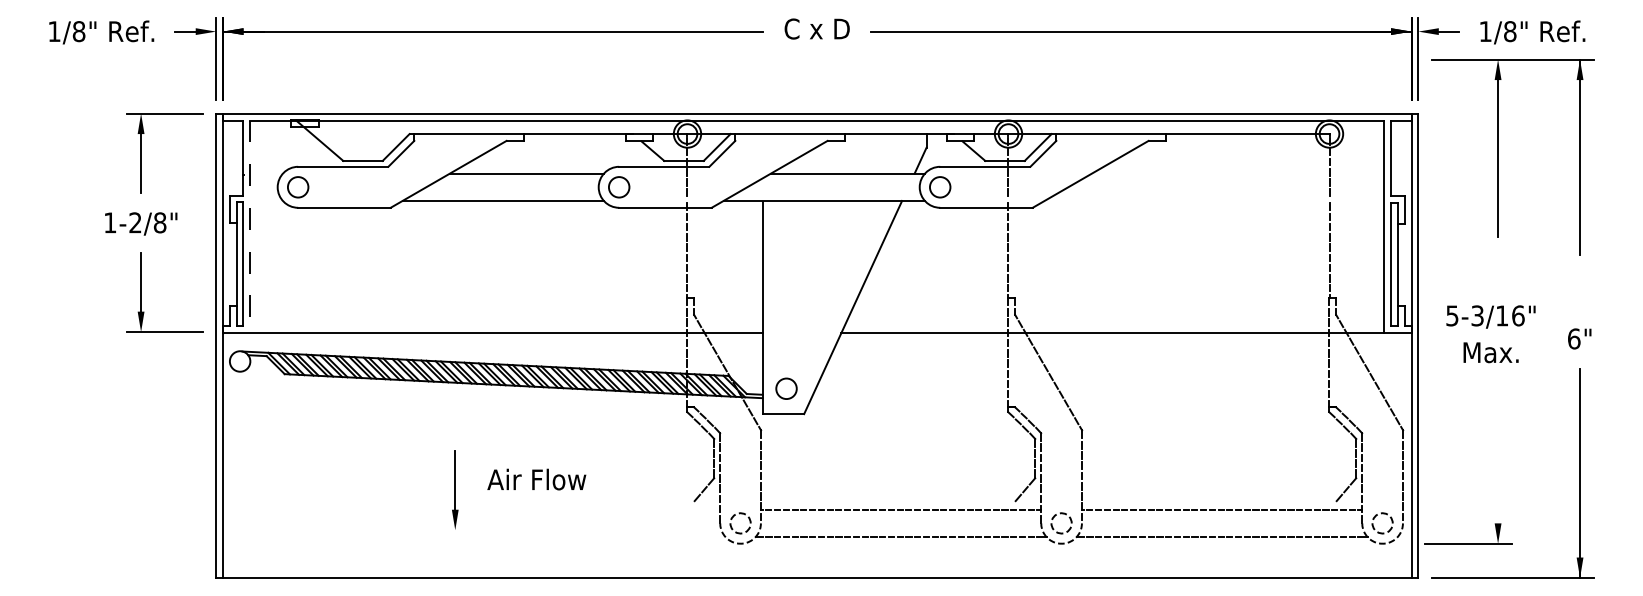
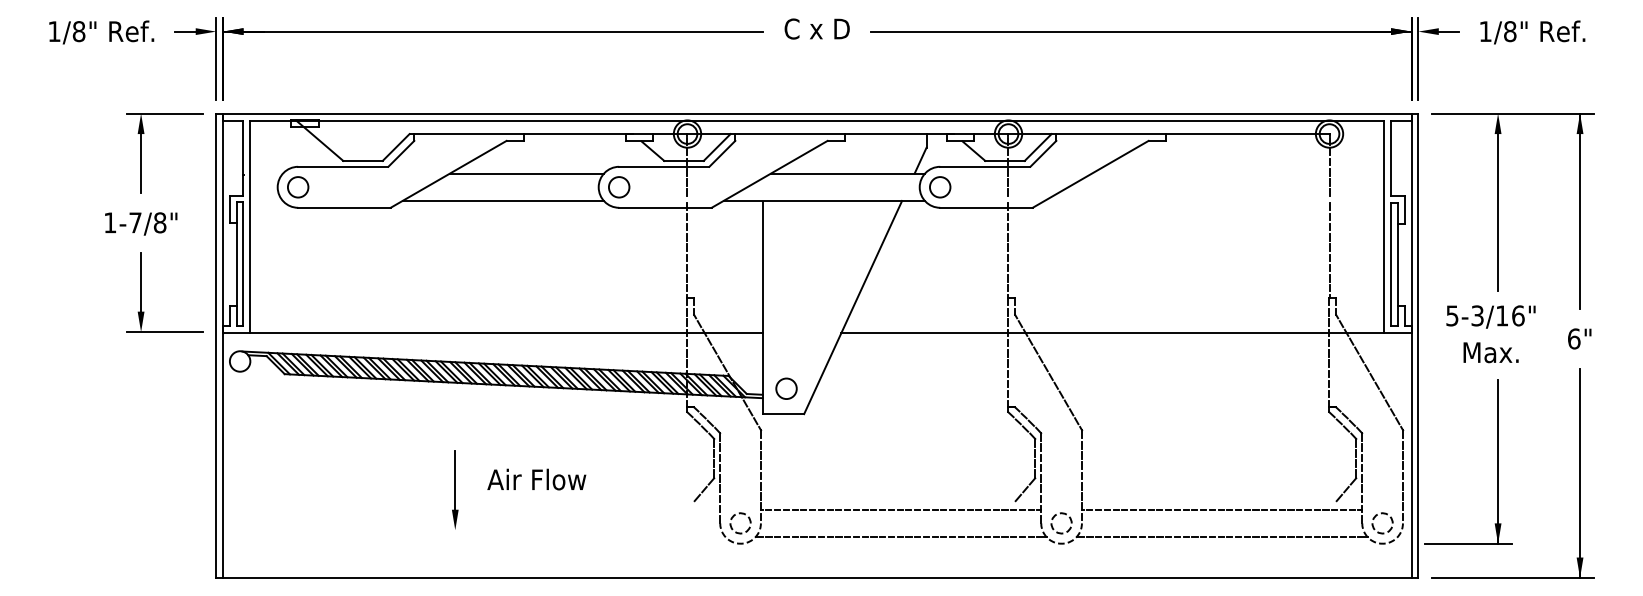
part at (1498, 157) position: (1498, 157) -> (1498, 211)
text at (135, 222): 1-2/8" -> 1-7/8"
line at (250, 227): dashed -> solid
line at (1498, 461): none -> present
